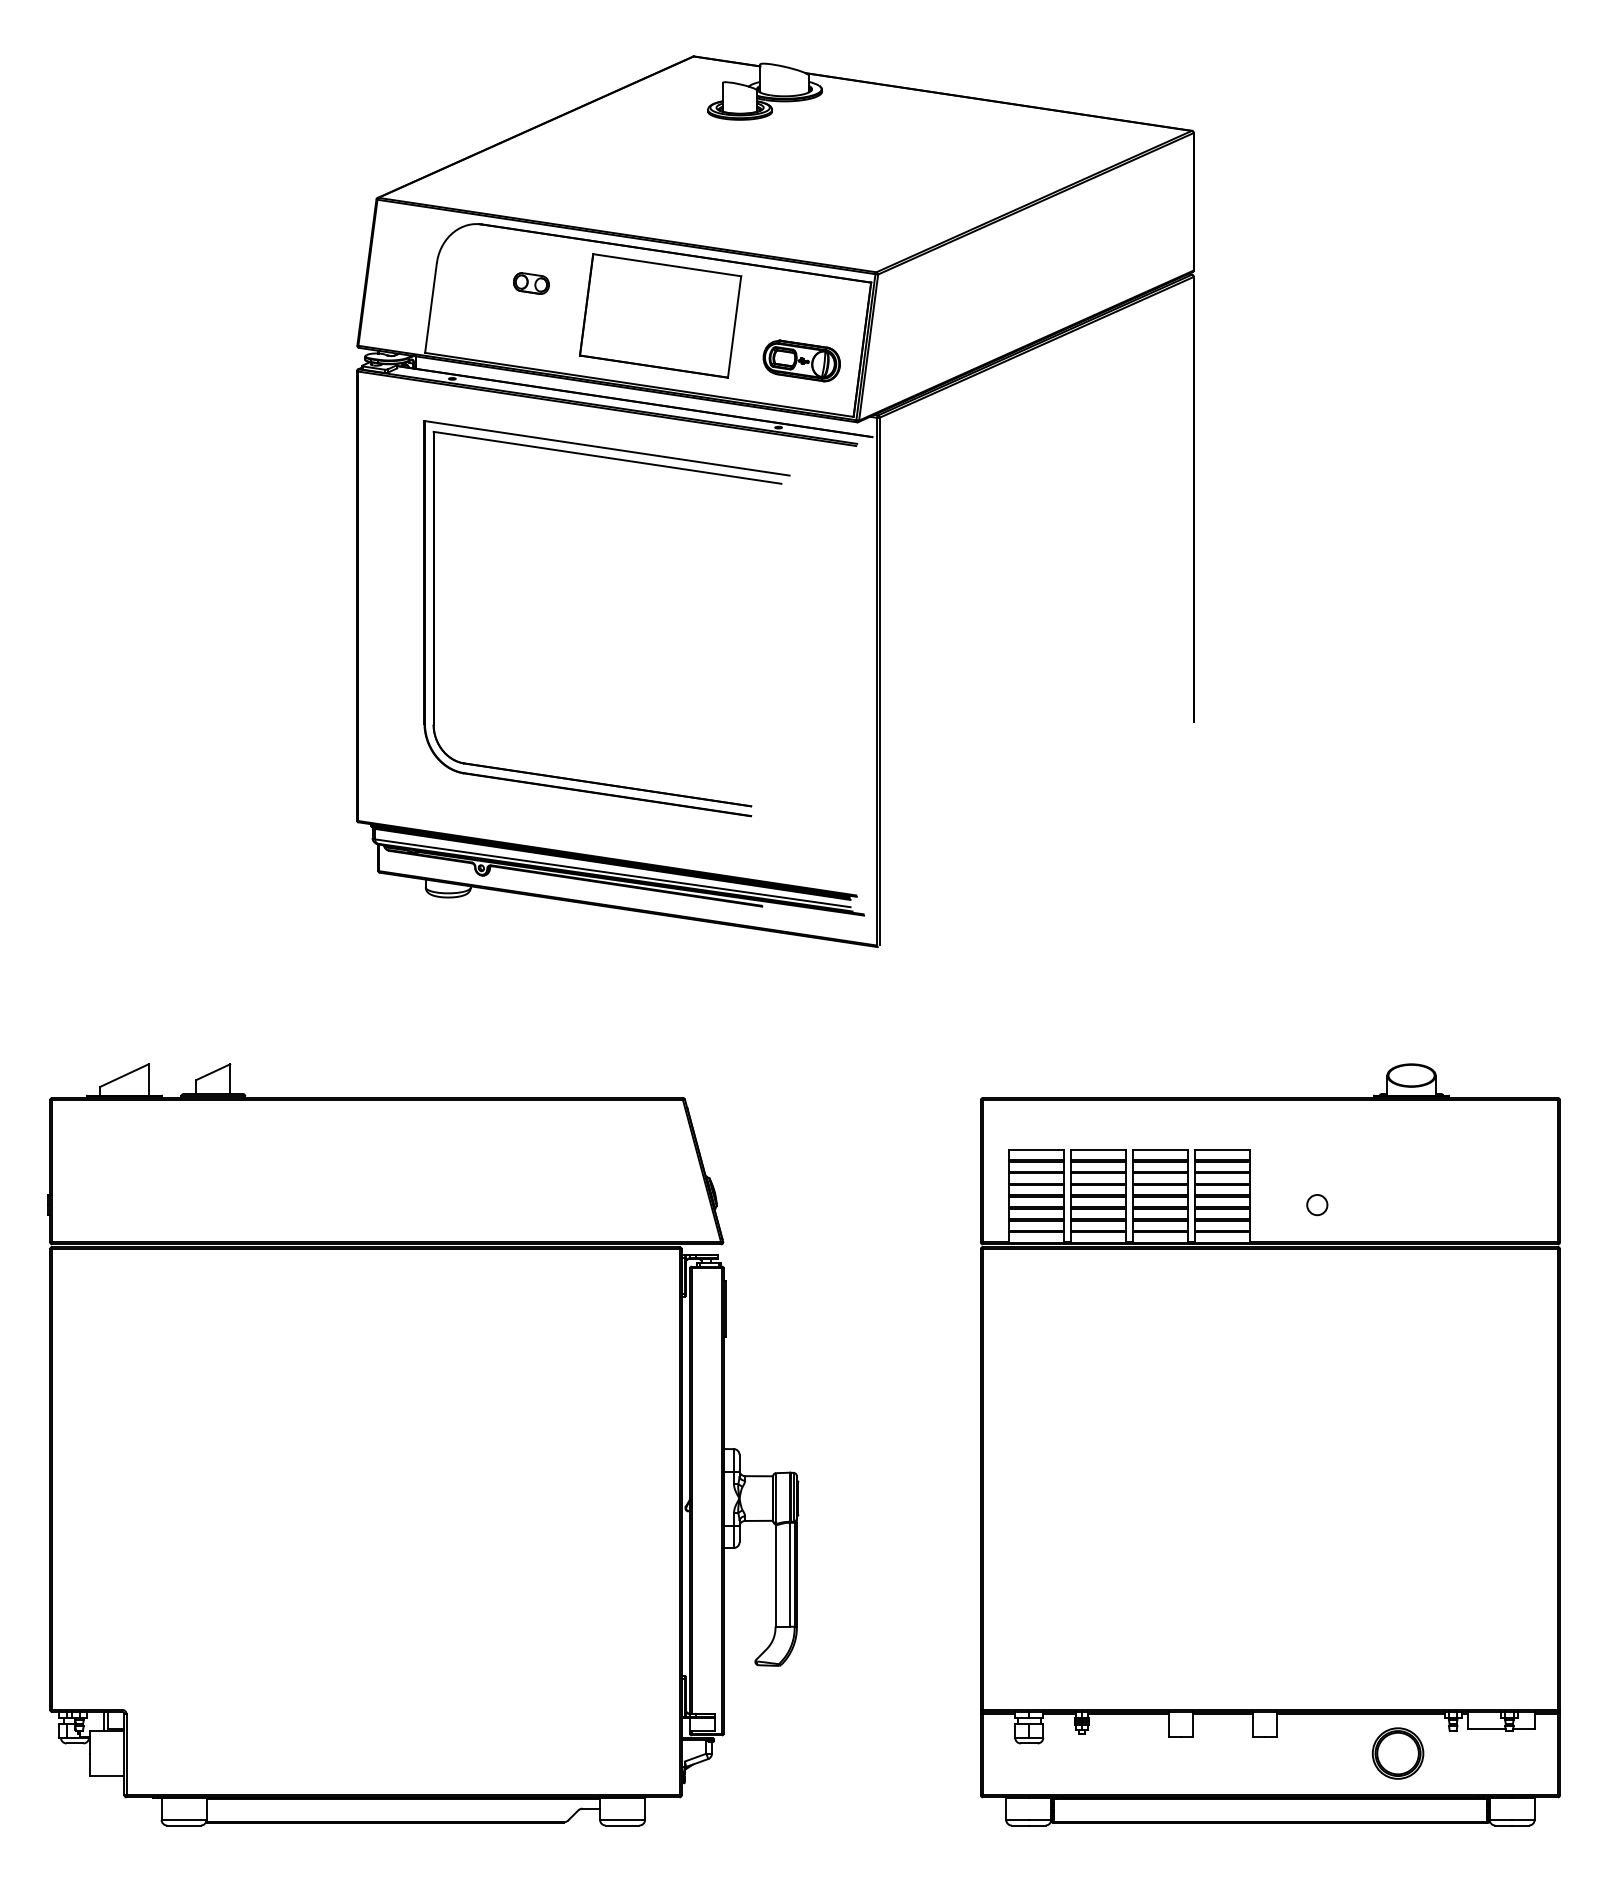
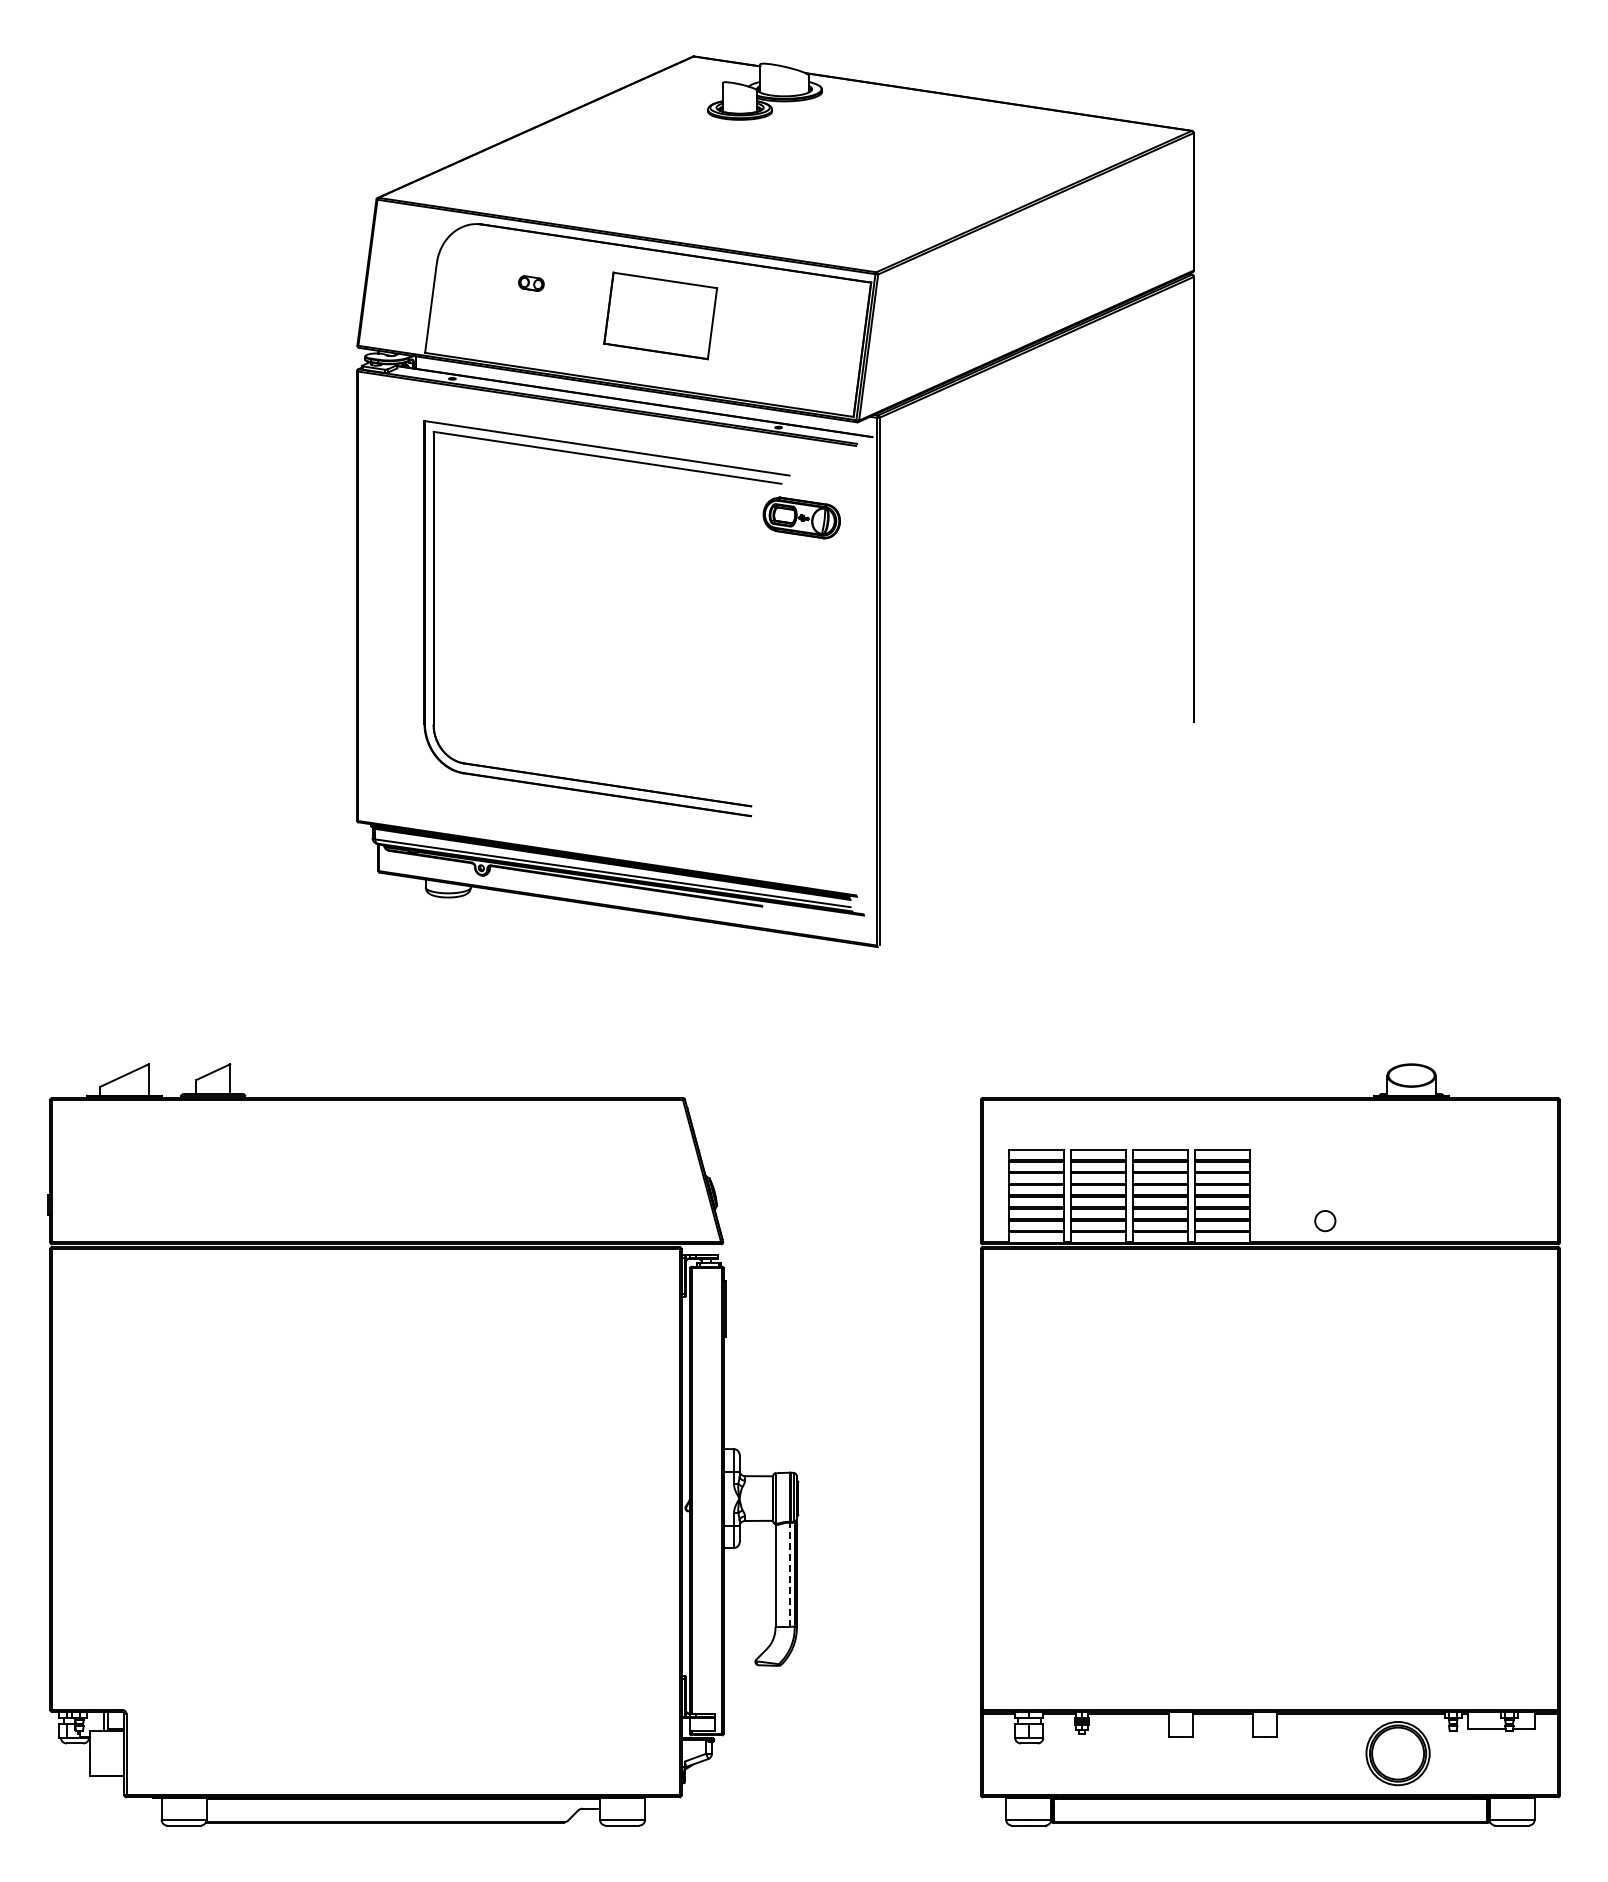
part at (531, 283) size: 37x23 px -> 27x17 px
part at (660, 315) size: 164x126 px -> 116x90 px
part at (801, 360) position: (801, 360) -> (801, 517)
circle at (1317, 1205) position: (1317, 1205) -> (1325, 1221)
line at (790, 1574): solid -> dashed
part at (1397, 1753) size: 54x53 px -> 66x66 px
